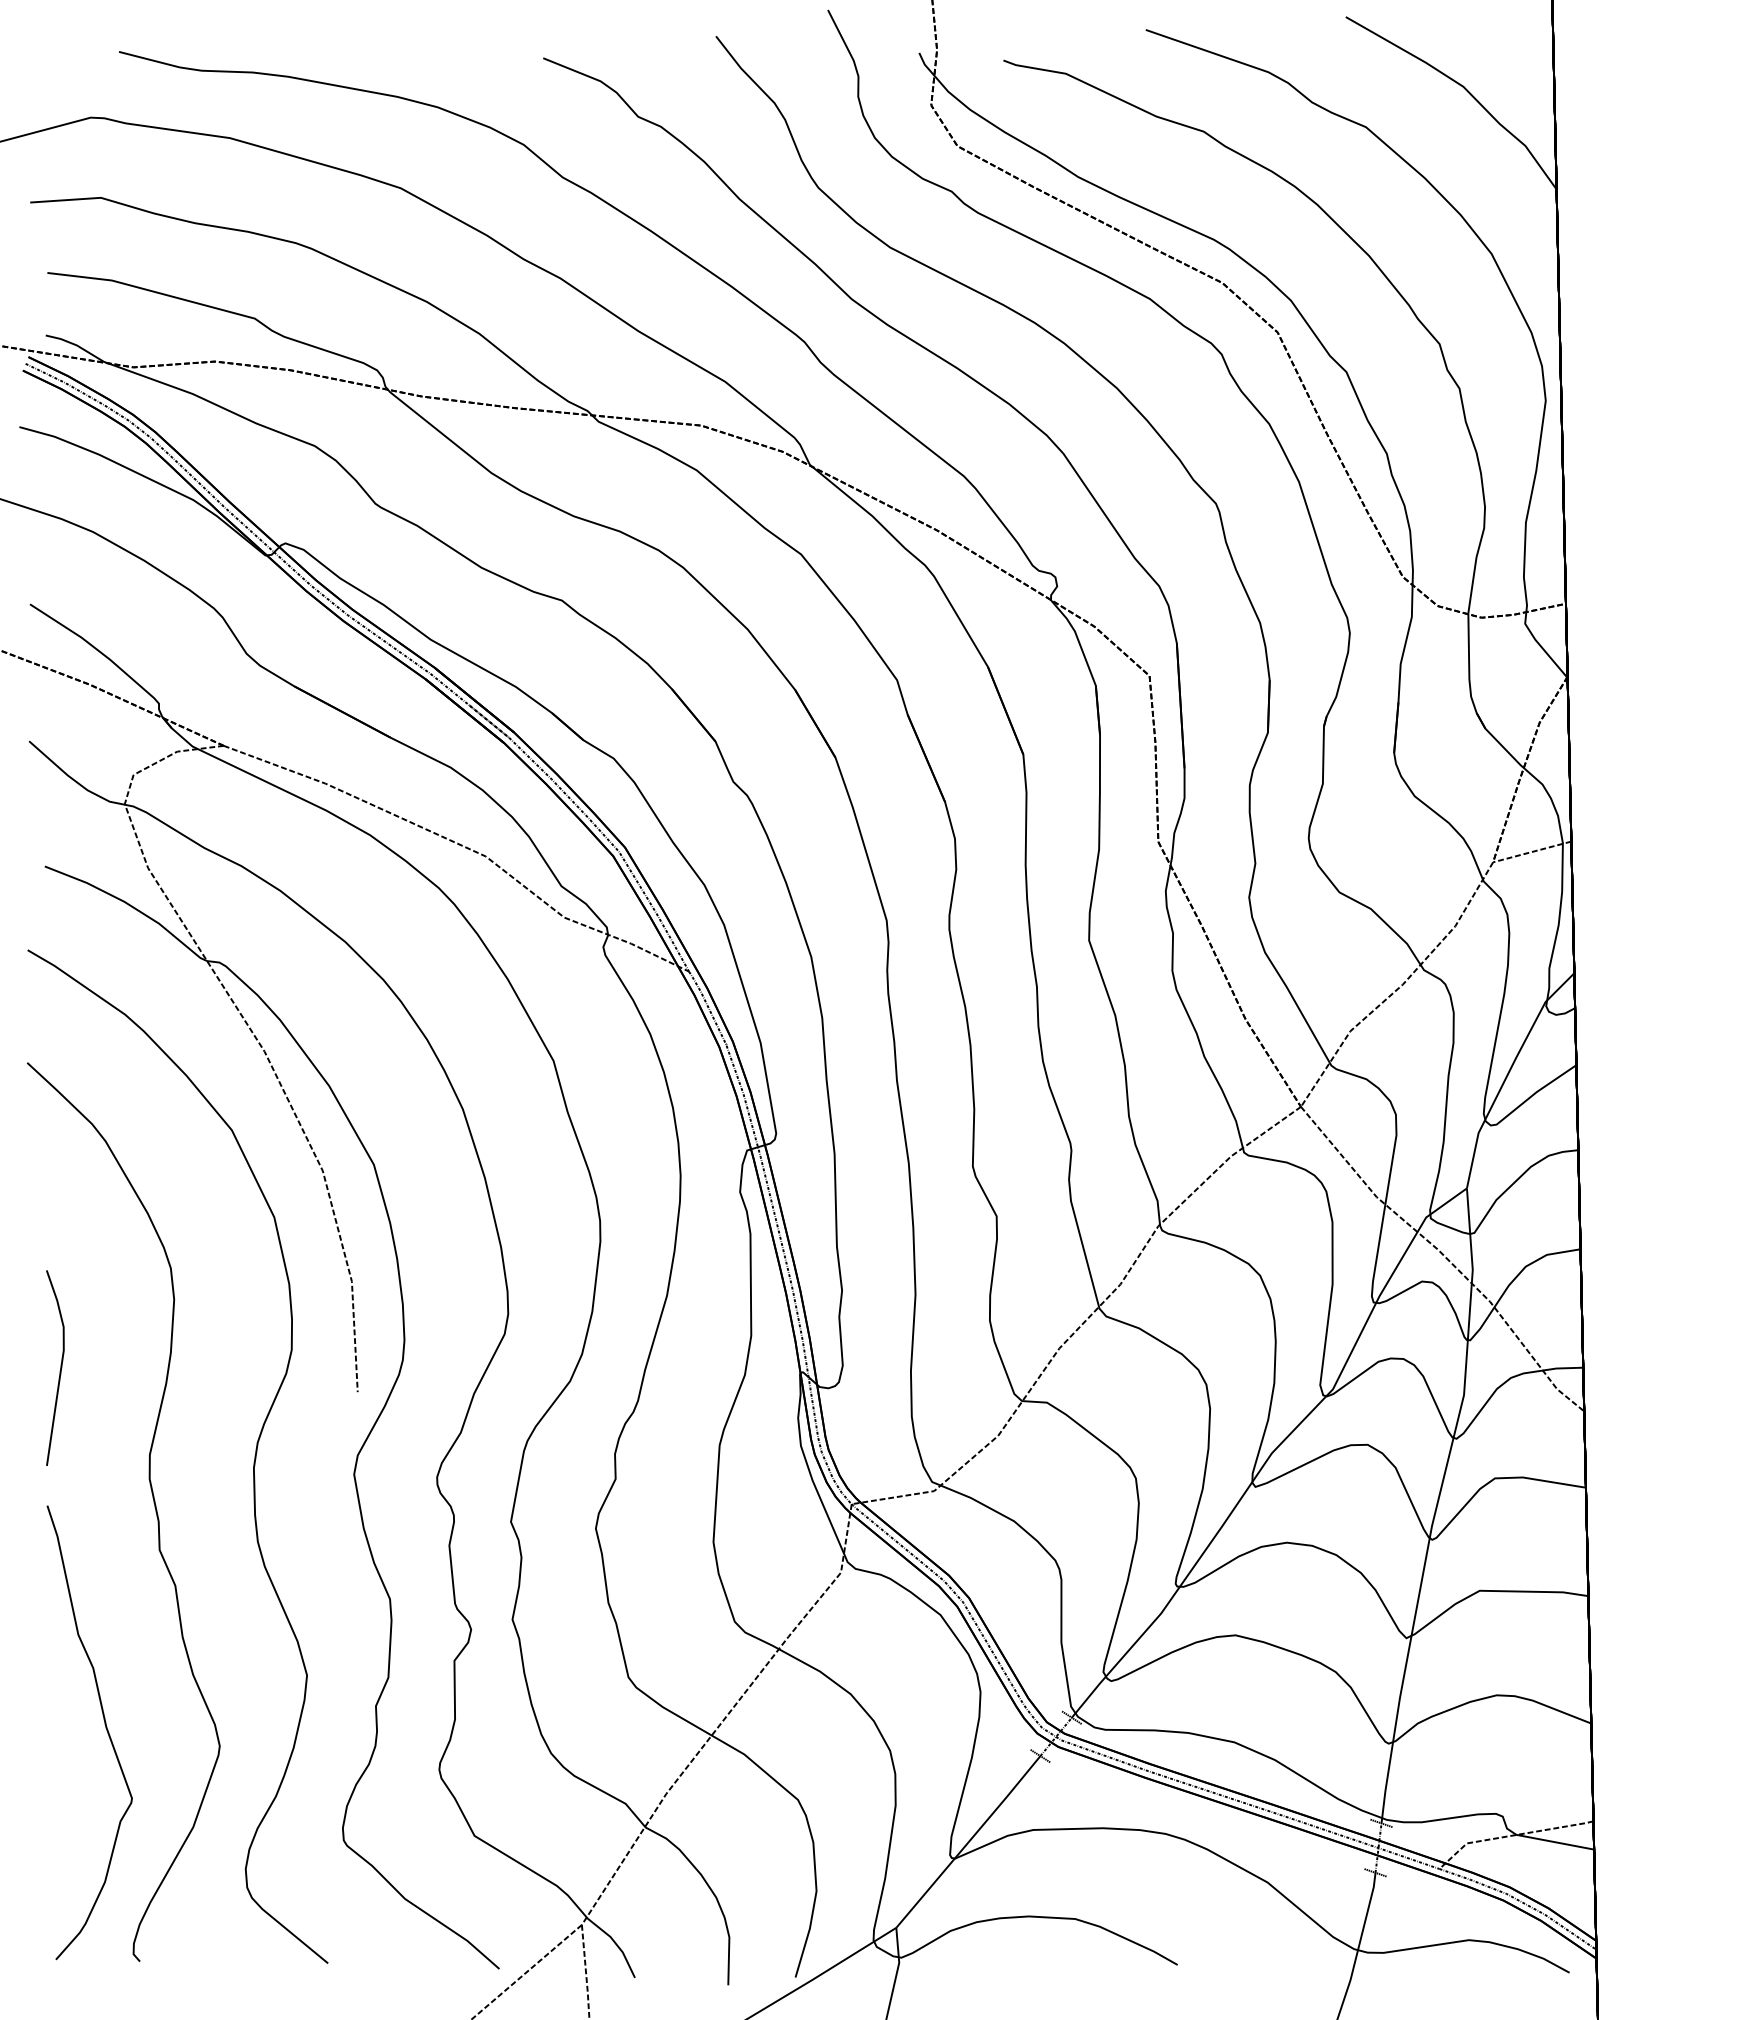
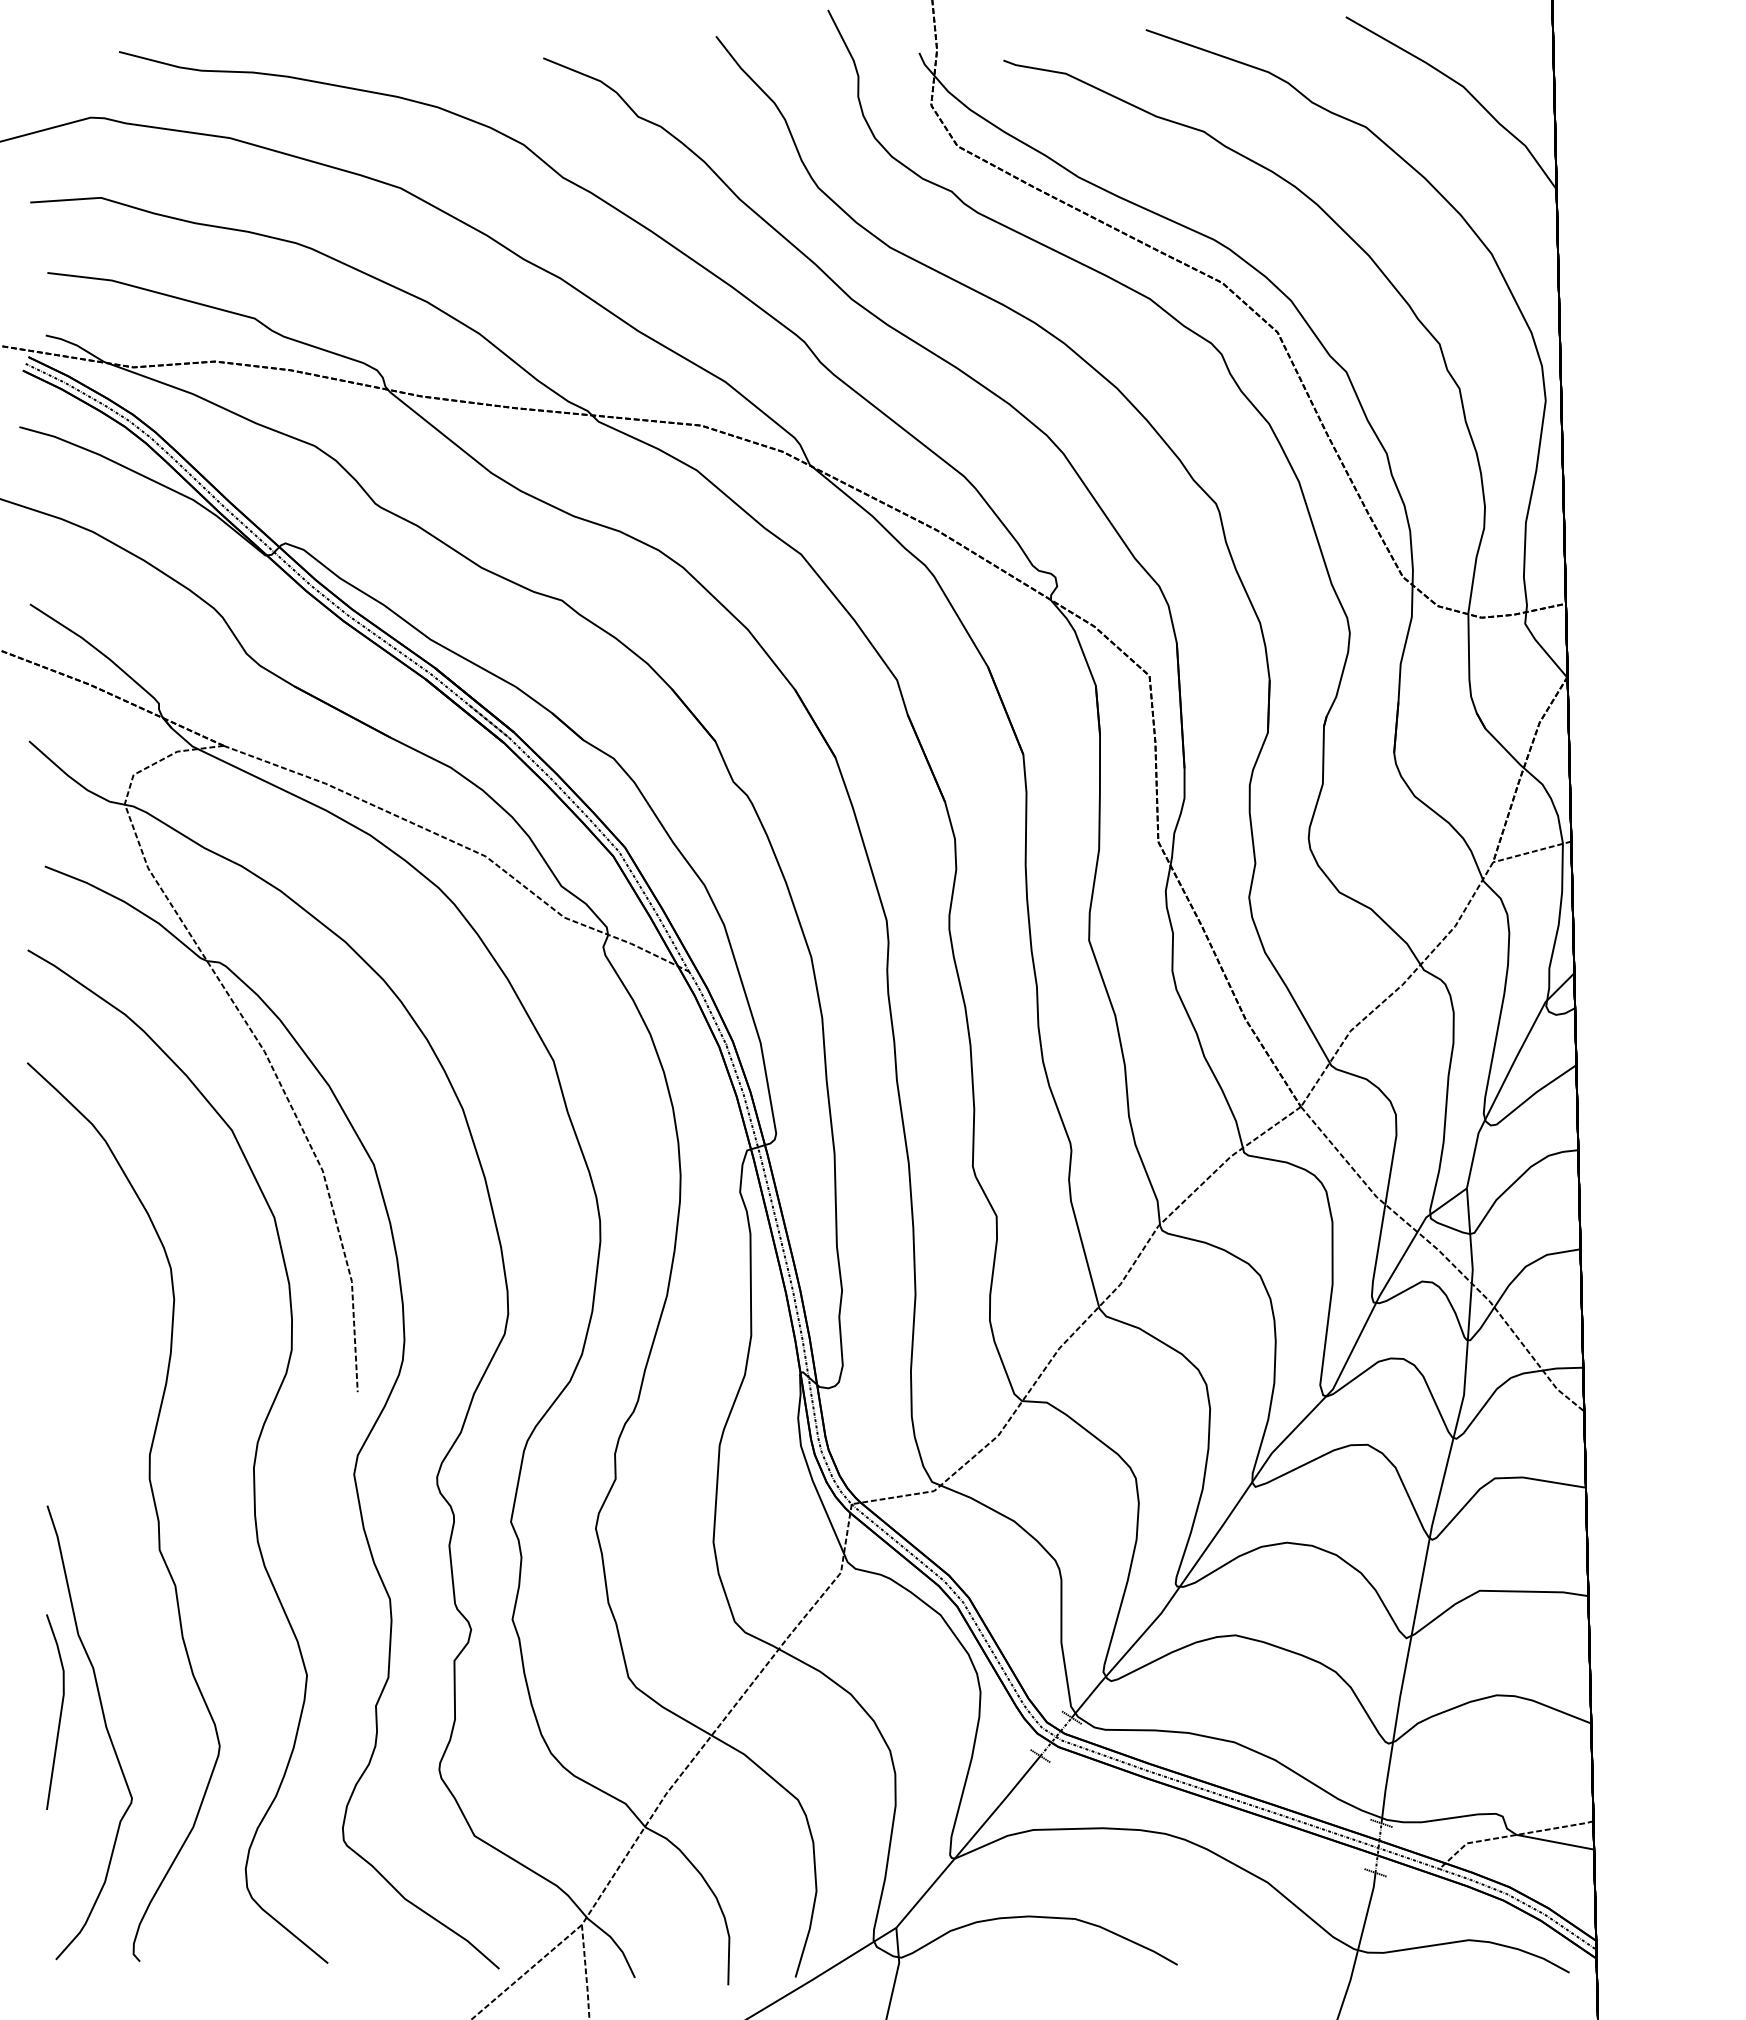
line at (60, 1367) position: (60, 1367) -> (60, 1711)
